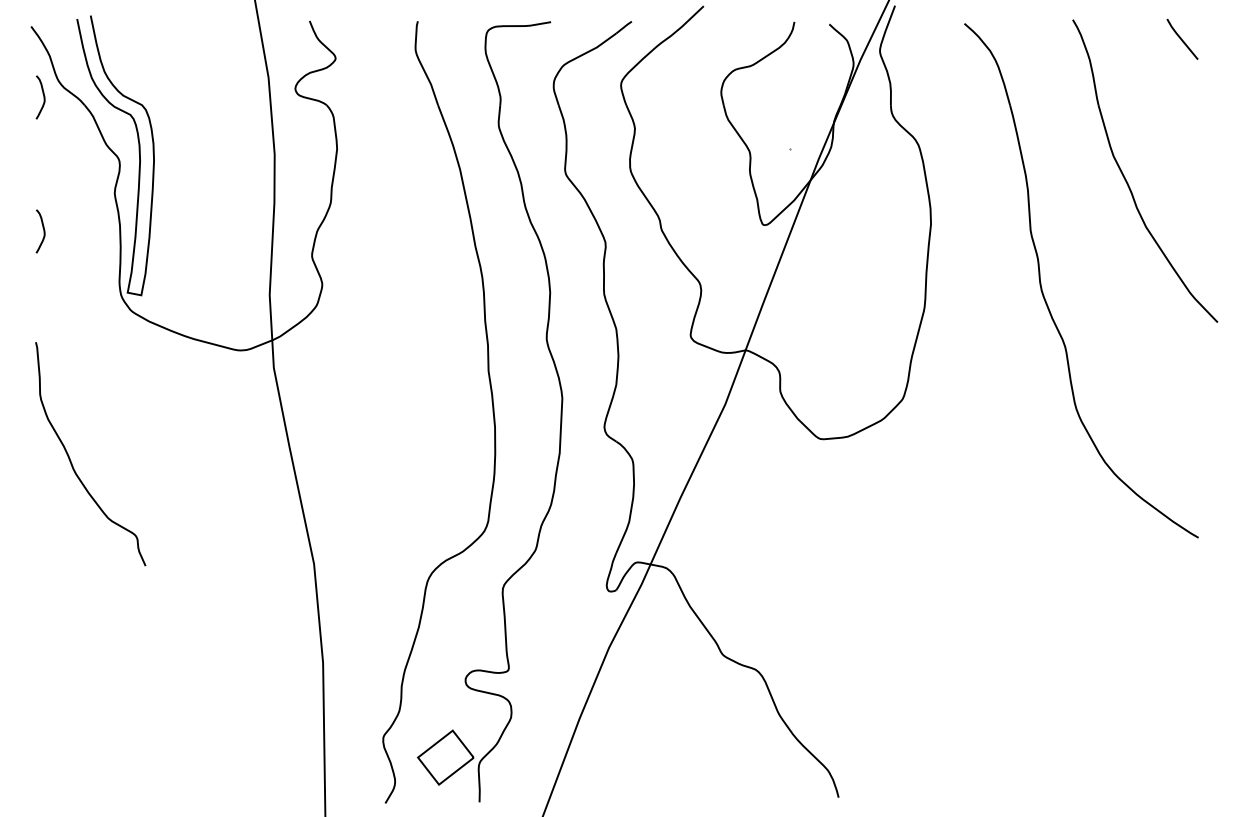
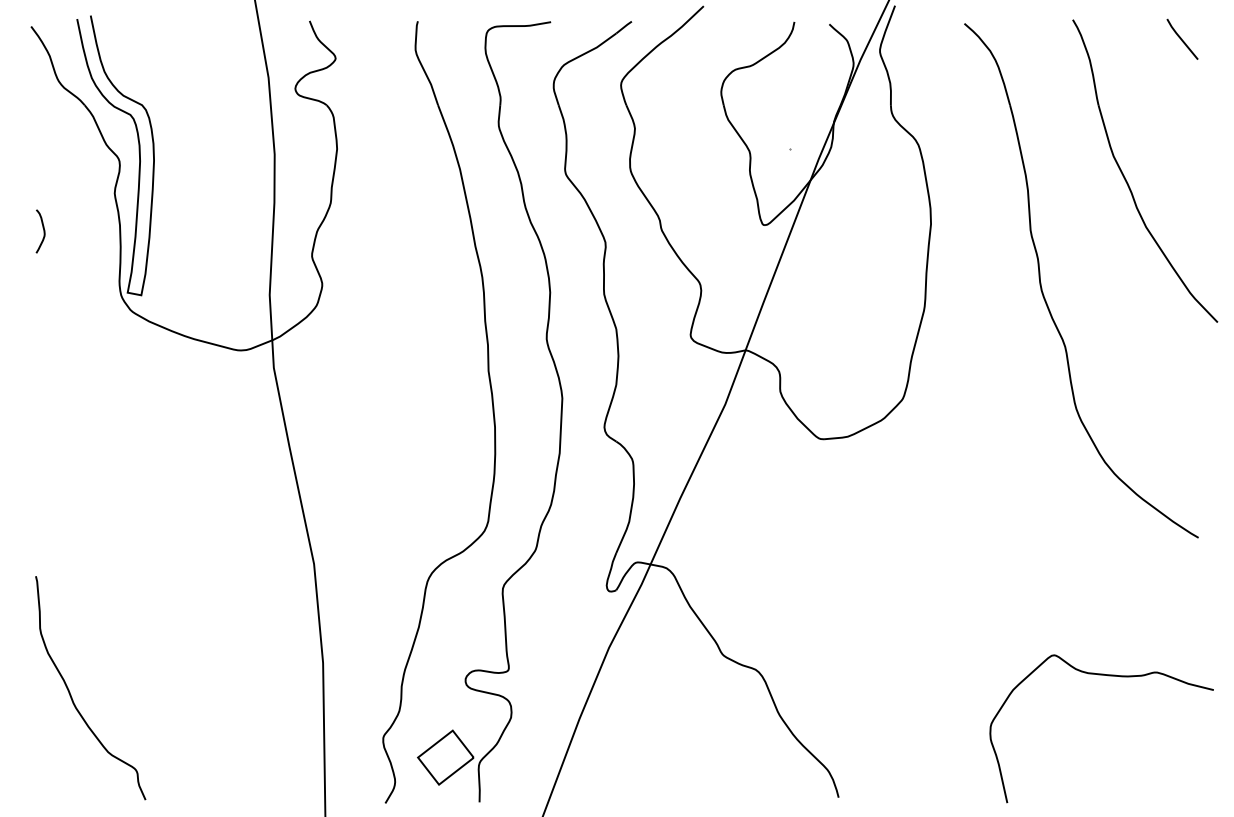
curve at (43, 97): present -> none
curve at (71, 460) position: (71, 460) -> (71, 694)
curve at (1108, 676): none -> present
